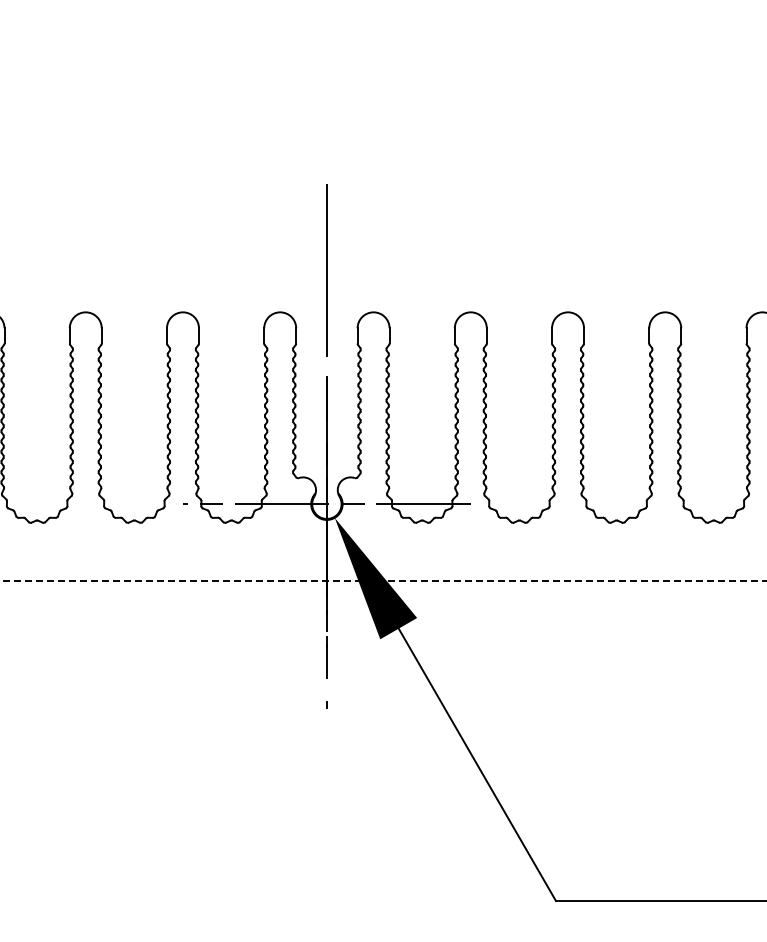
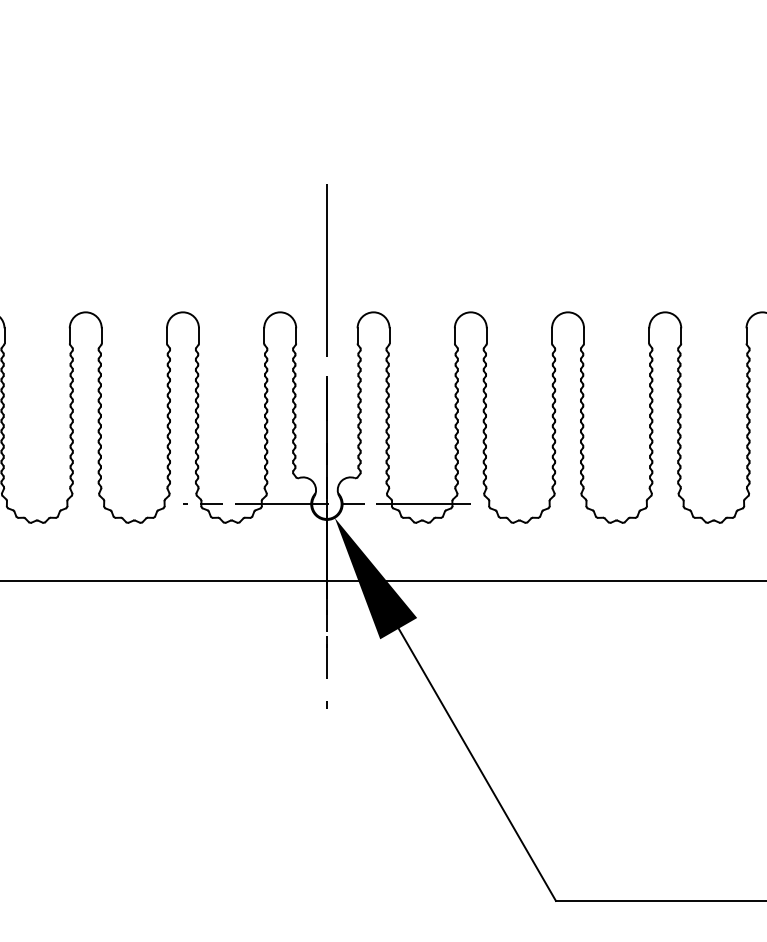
line at (383, 581): dashed -> solid
